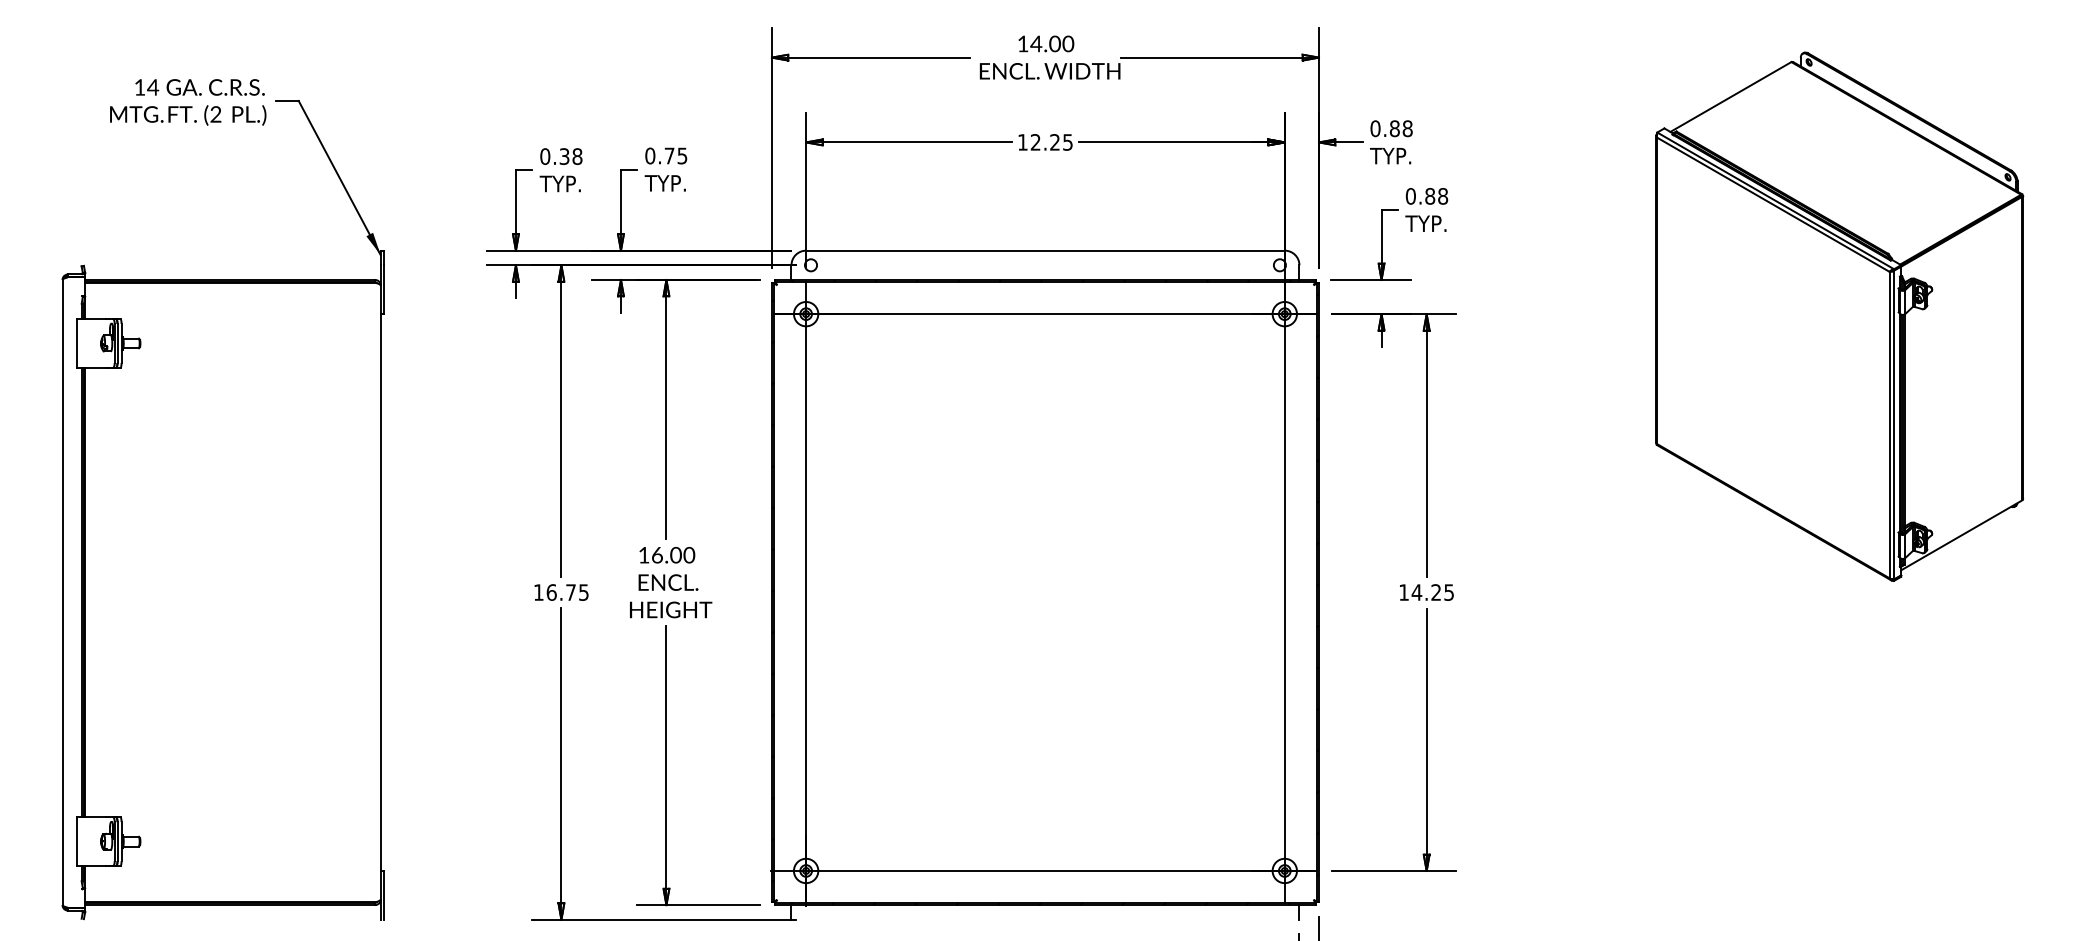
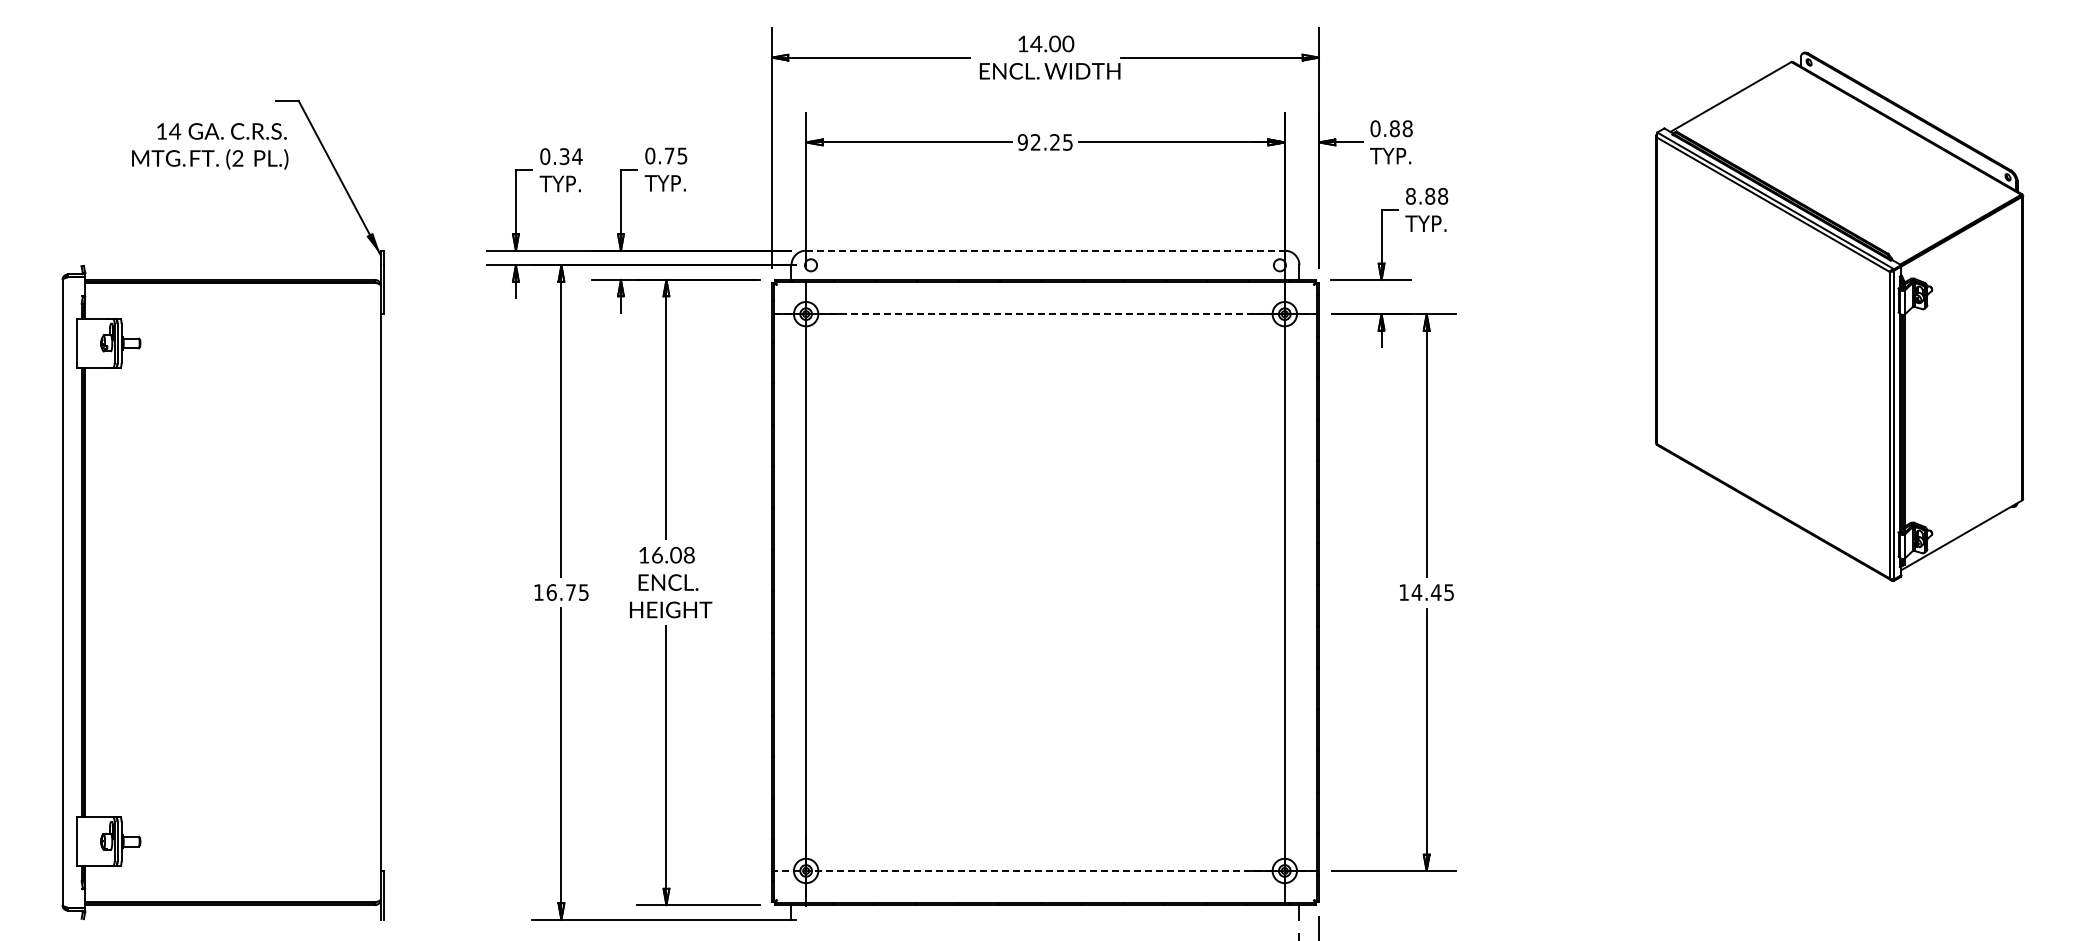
text at (188, 102) position: (188, 102) -> (210, 146)
text at (1022, 142): 12.25 -> 92.25
text at (577, 156): 0.38 -> 0.34
text at (1410, 196): 0.88 -> 8.88
line at (1045, 250): solid -> dashed
line at (1045, 314): solid -> dashed
text at (689, 555): 16.00 -> 16.08
text at (1435, 592): 14.25 -> 14.45
line at (1044, 870): solid -> dashed
